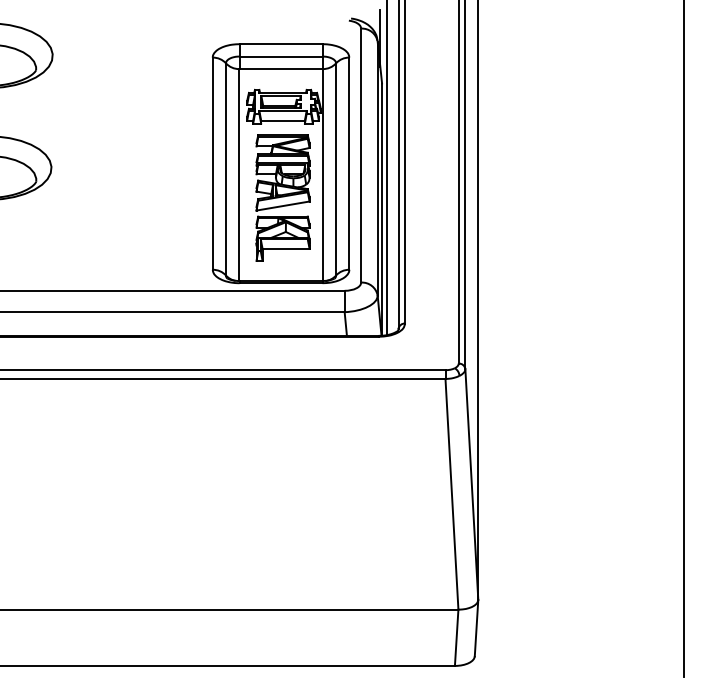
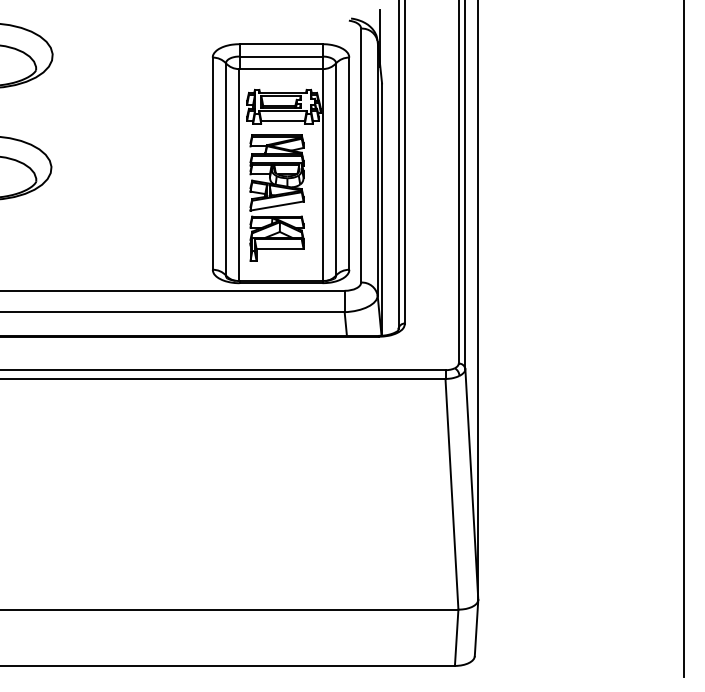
line at (386, 168): present -> none
part at (282, 197) position: (282, 197) -> (276, 197)
